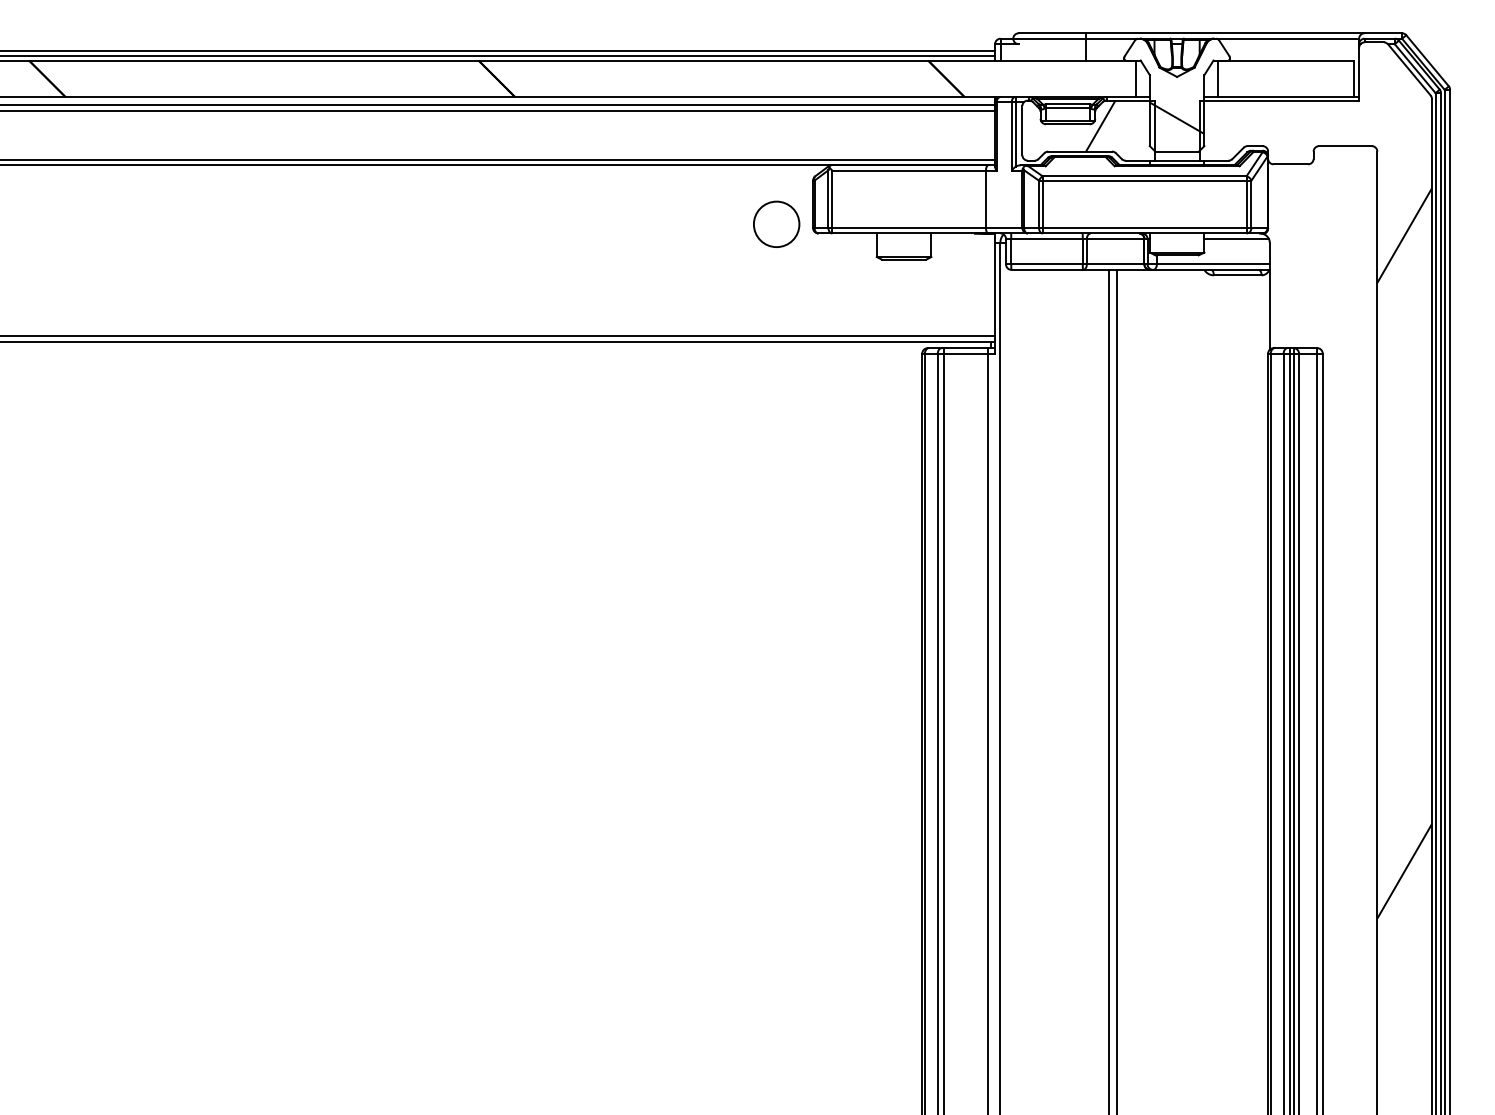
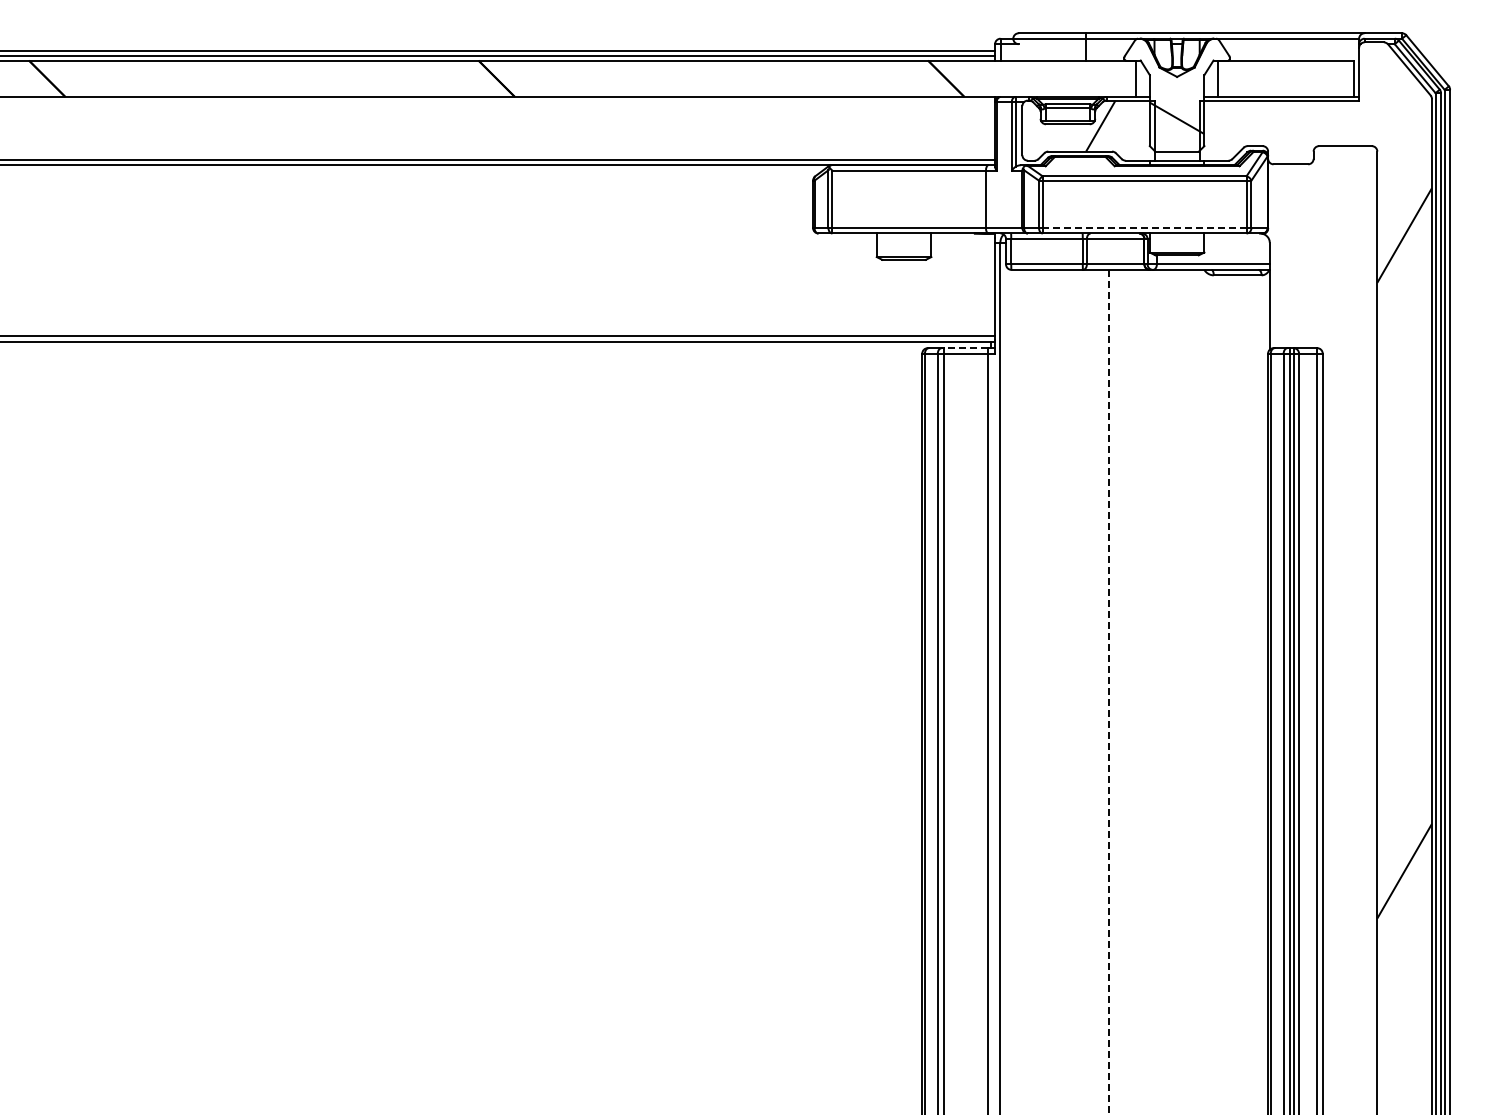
line at (498, 105): present -> none
line at (498, 110): present -> none
circle at (776, 223): present -> none
line at (1144, 228): solid -> dashed
line at (1236, 238): present -> none
line at (965, 348): solid -> dashed
line at (1116, 690): present -> none
line at (1109, 692): solid -> dashed
